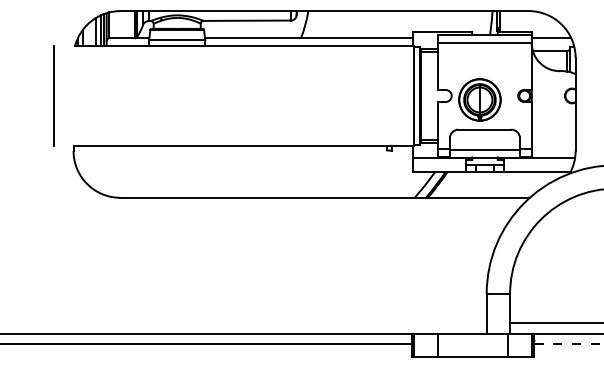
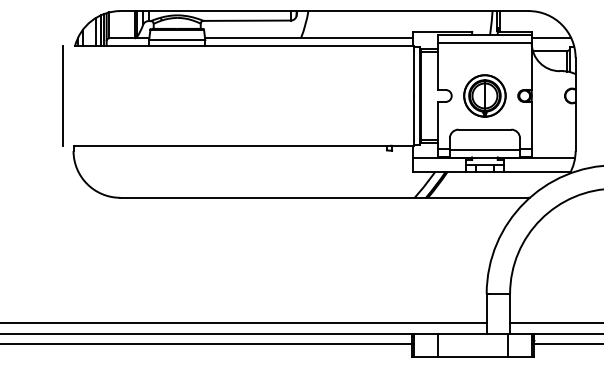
line at (53, 95) position: (53, 95) -> (62, 95)
part at (479, 99) position: (479, 99) -> (484, 95)
line at (244, 323): none -> present
line at (569, 343): dashed -> solid
